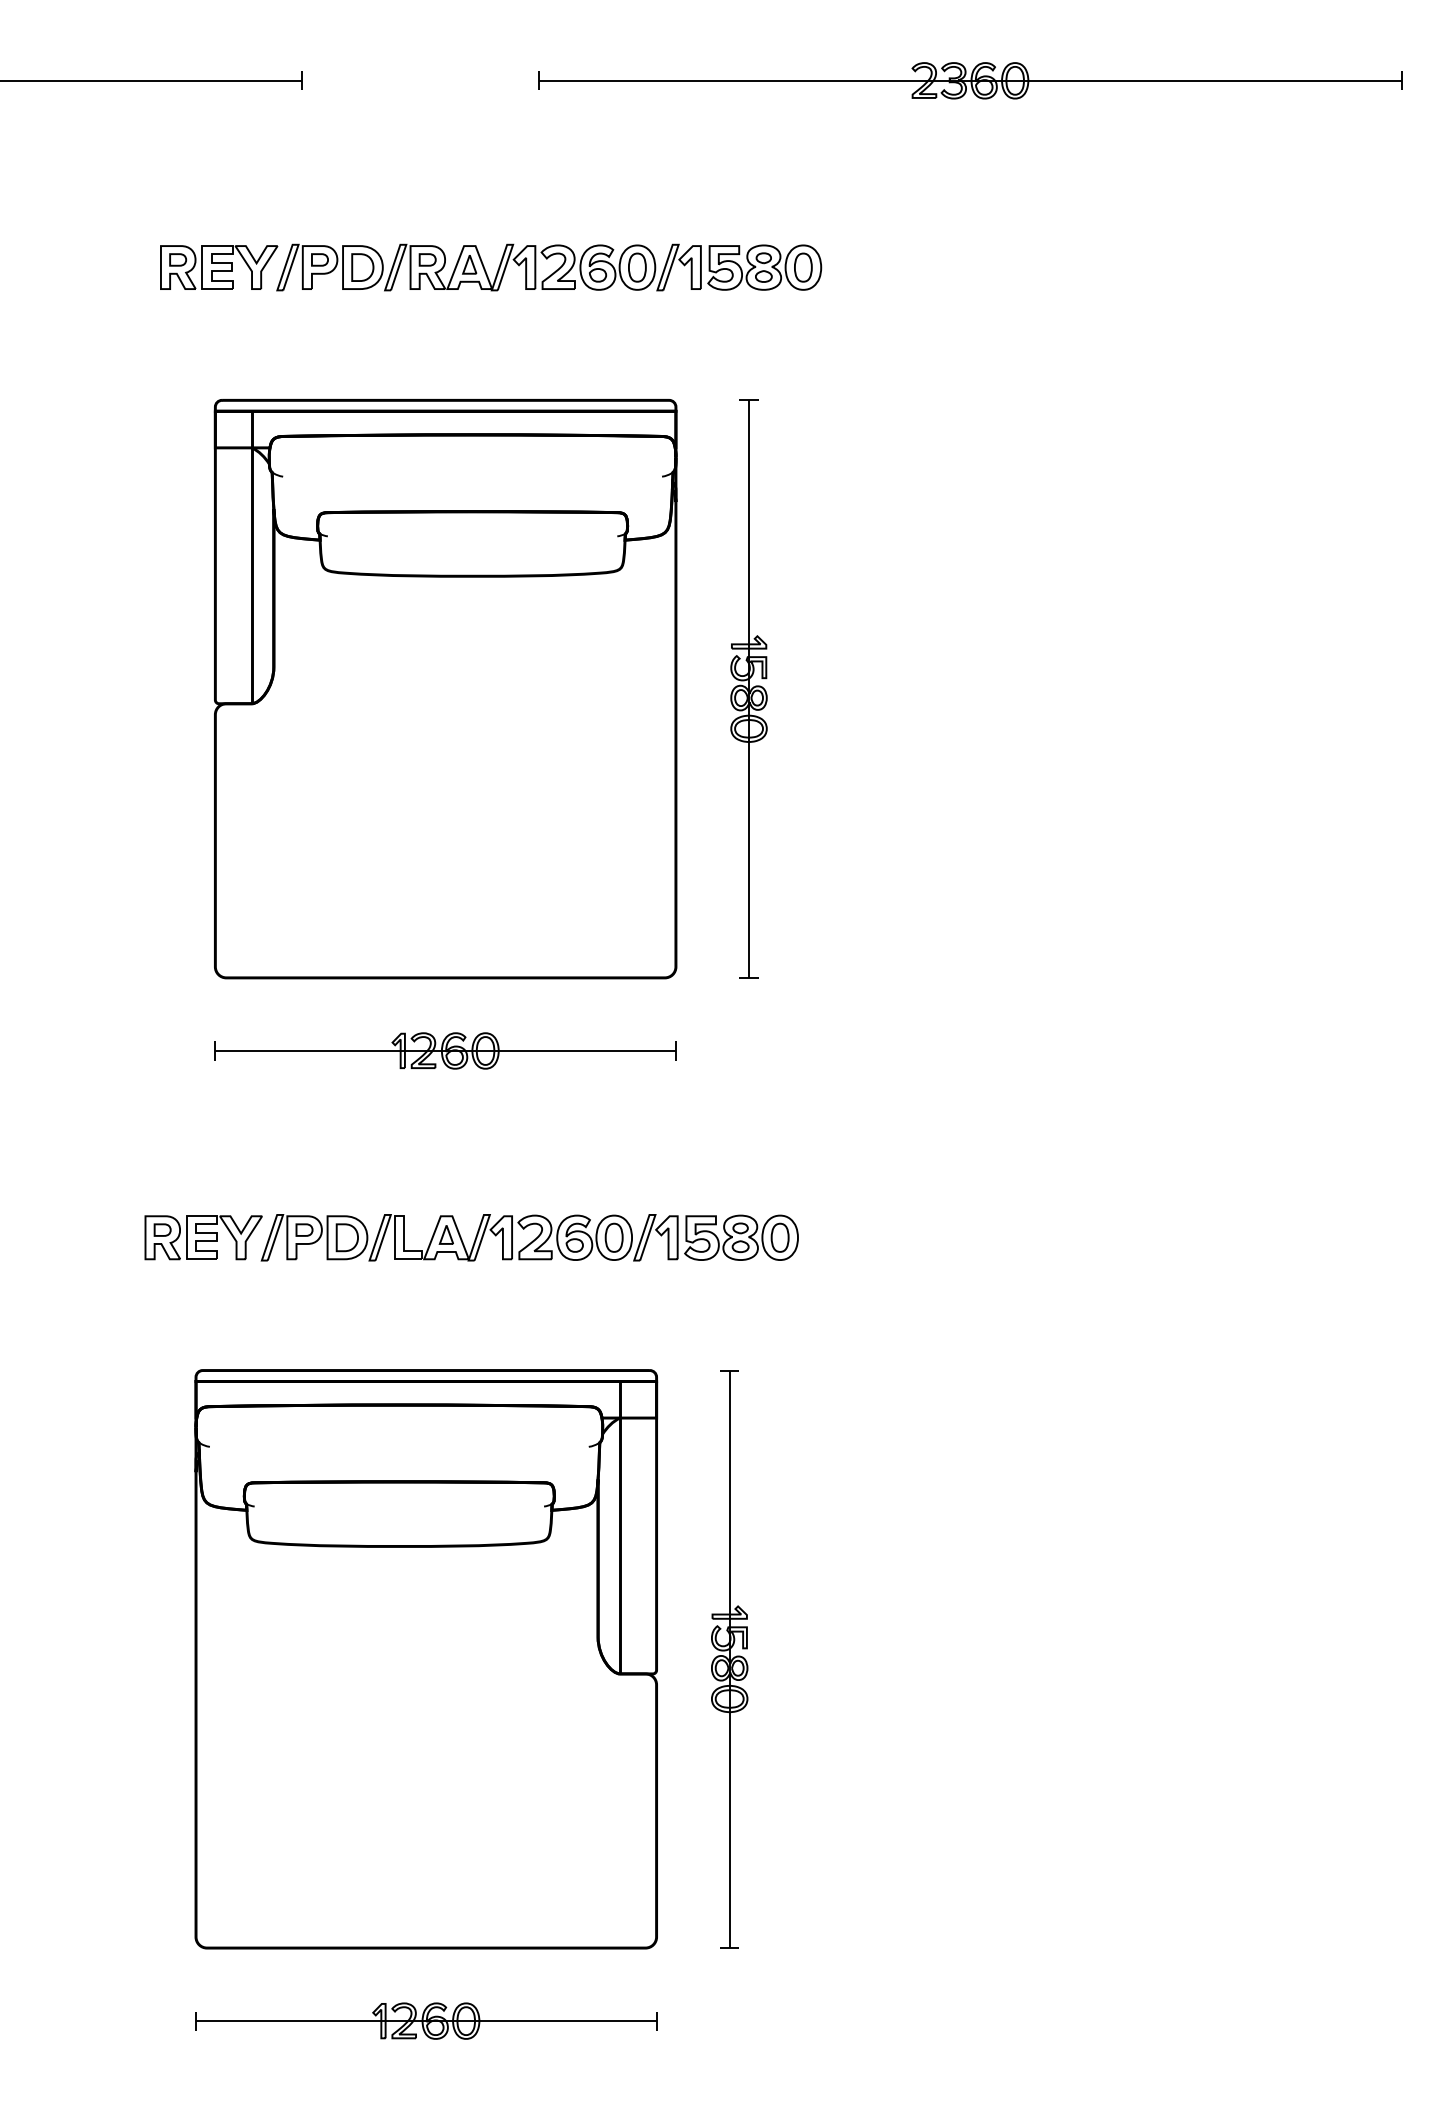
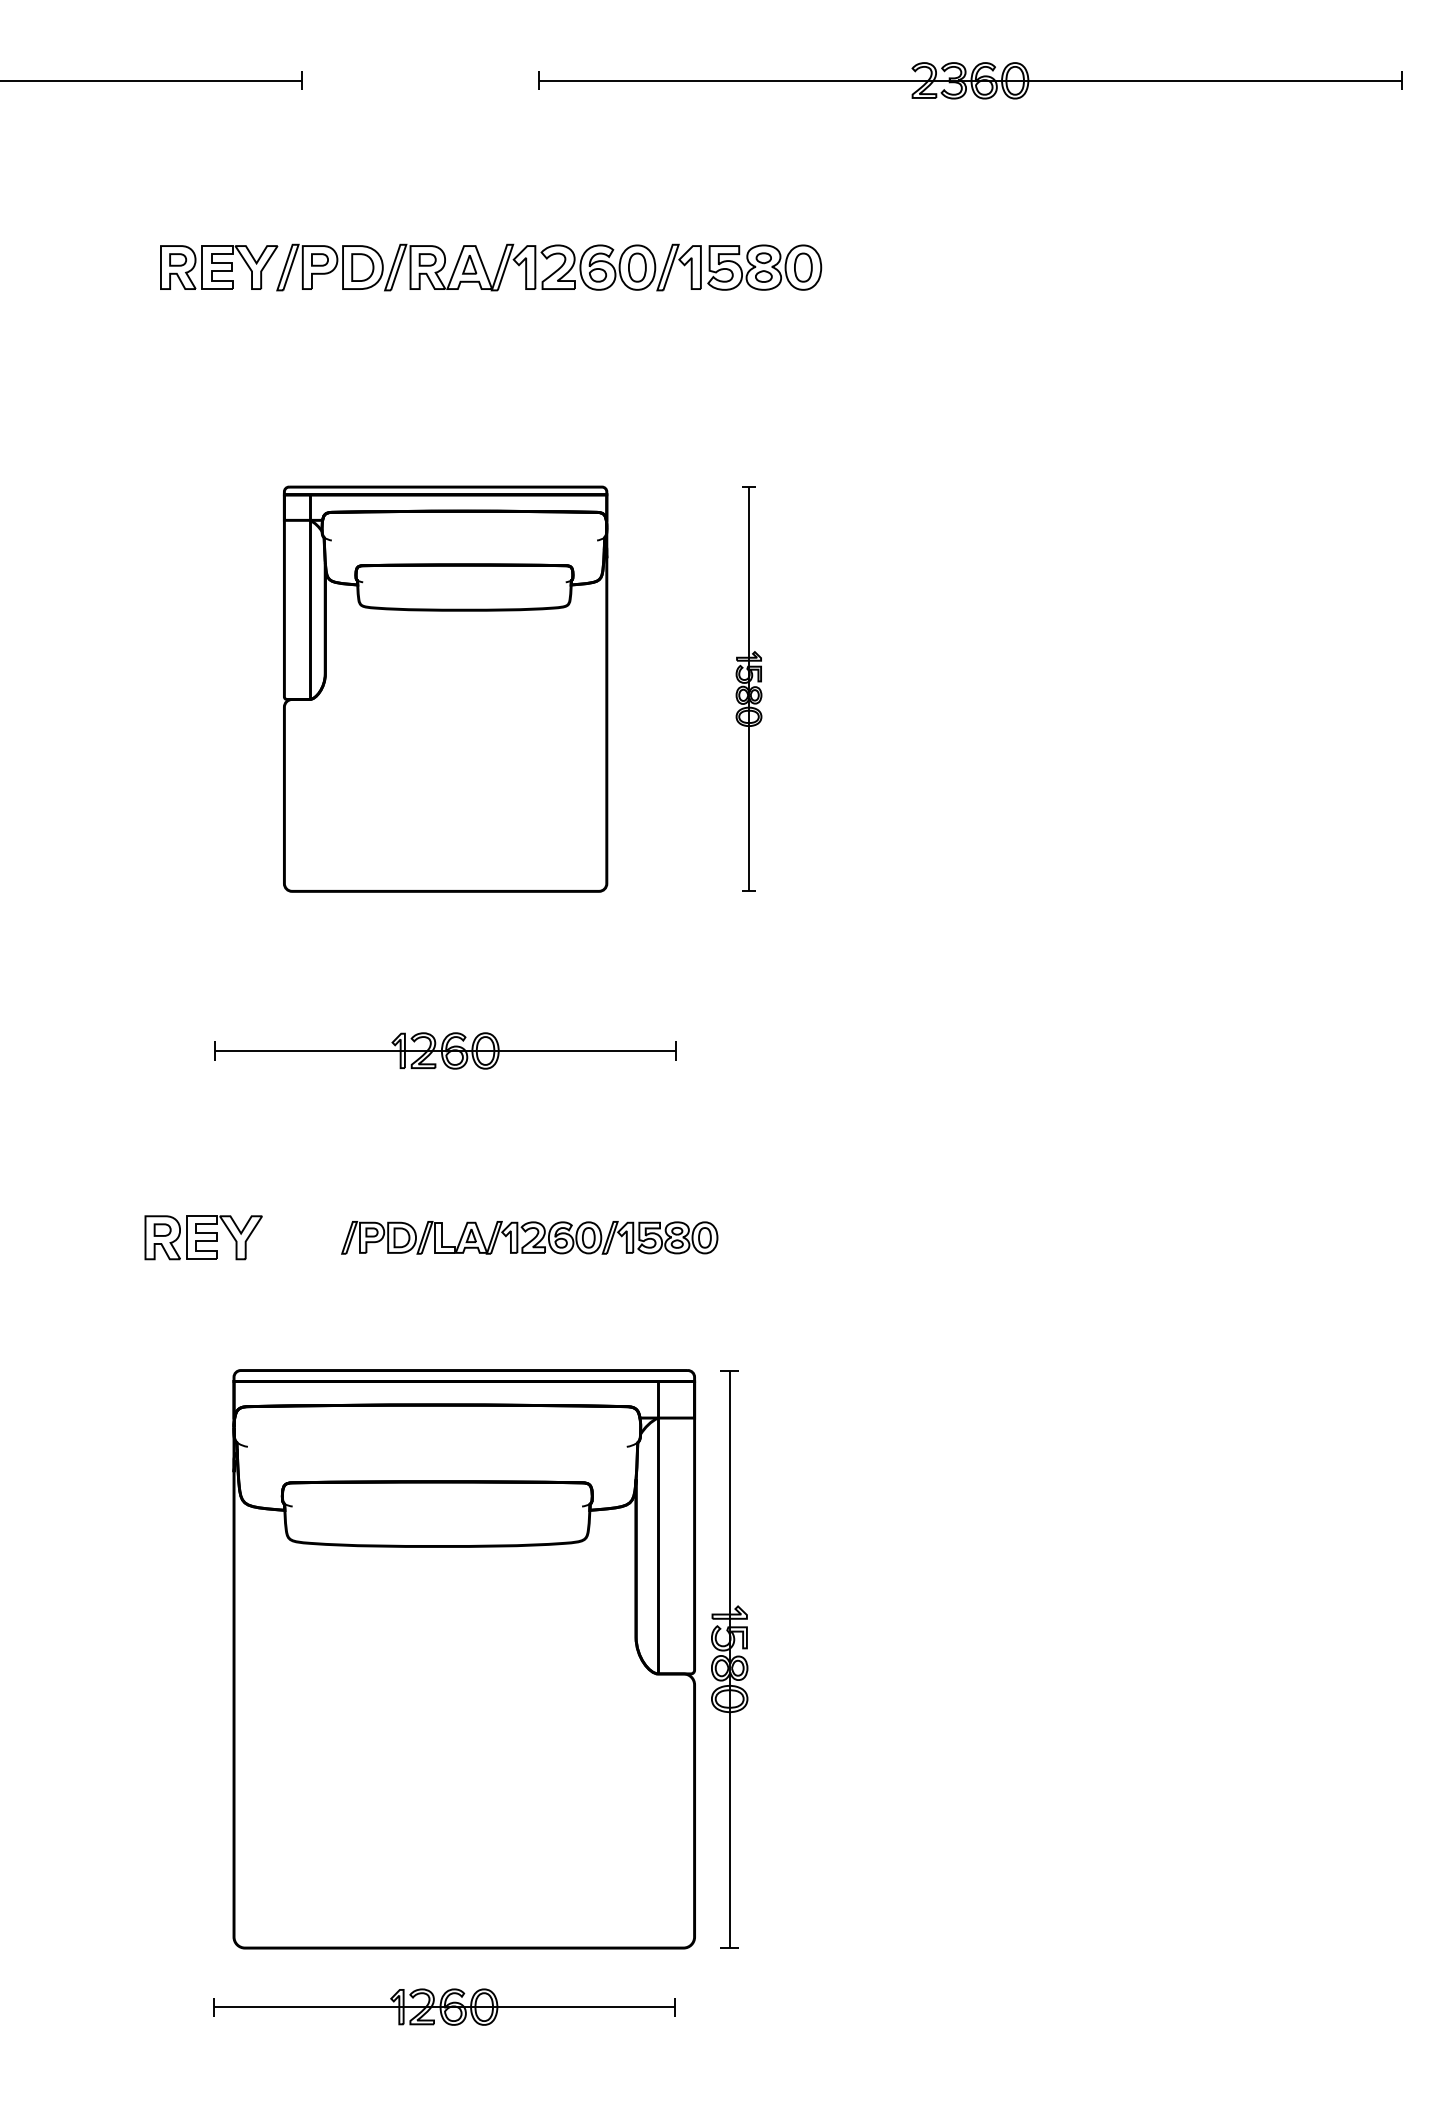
part at (748, 688) size: 38x580 px -> 28x406 px
part at (445, 689) size: 465x581 px -> 327x408 px
part at (529, 1237) size: 539x48 px -> 378x34 px
part at (426, 1659) position: (426, 1659) -> (464, 1659)
part at (426, 2020) position: (426, 2020) -> (444, 2006)
